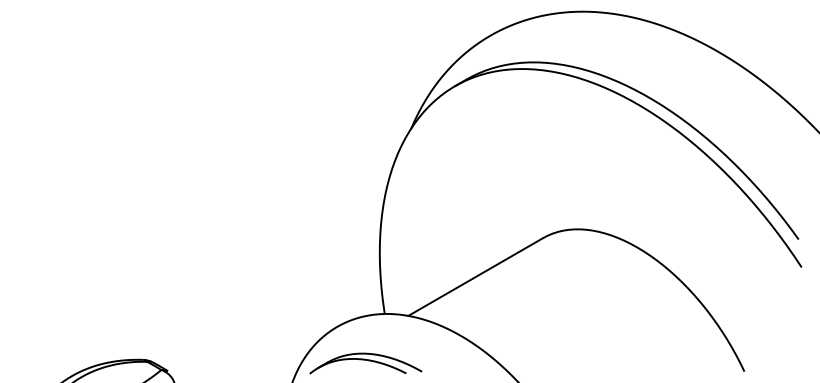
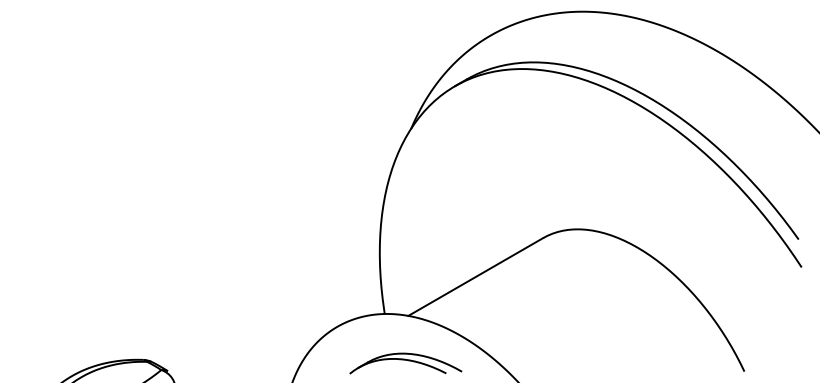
part at (365, 363) position: (365, 363) -> (405, 363)
